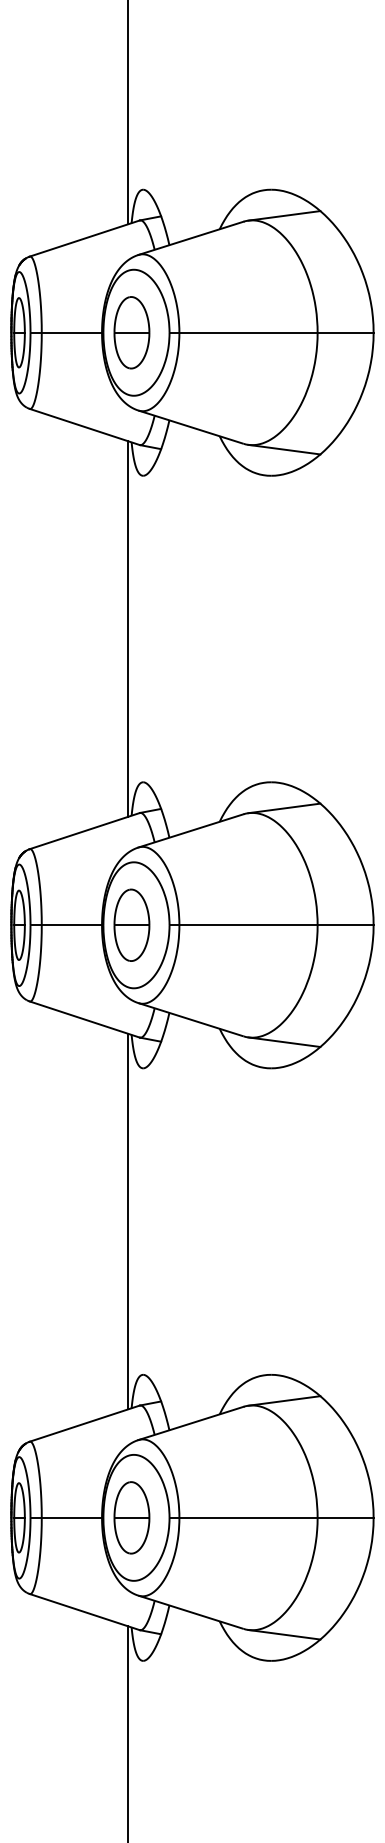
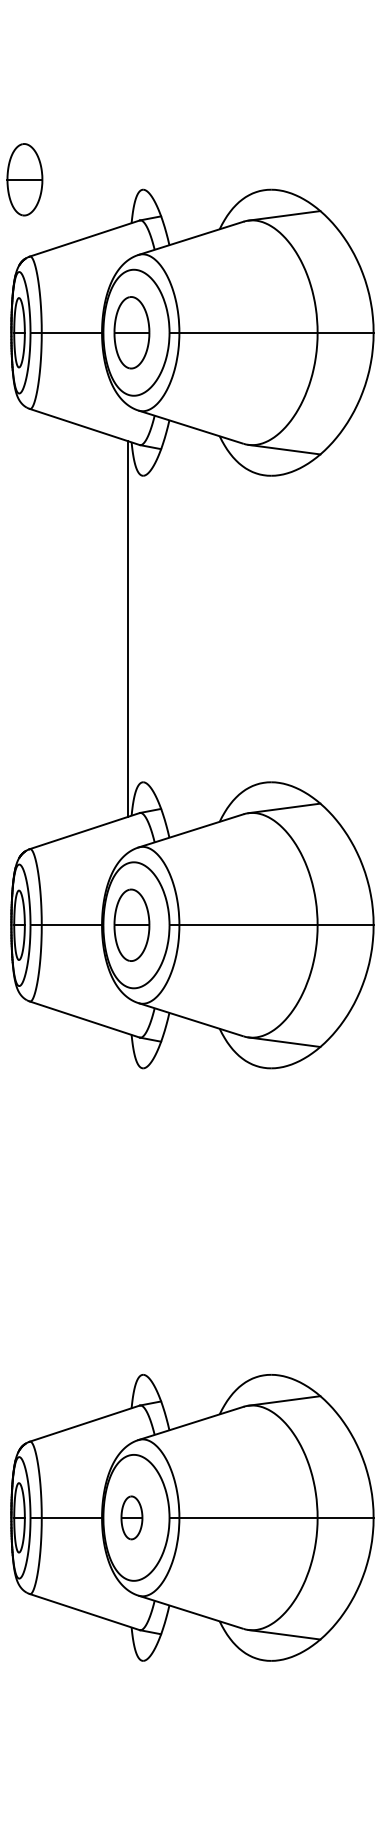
line at (128, 113): present -> none
part at (24, 179): none -> present
line at (128, 1221): present -> none
part at (131, 1517) size: 38x74 px -> 24x46 px
line at (128, 1732): present -> none
